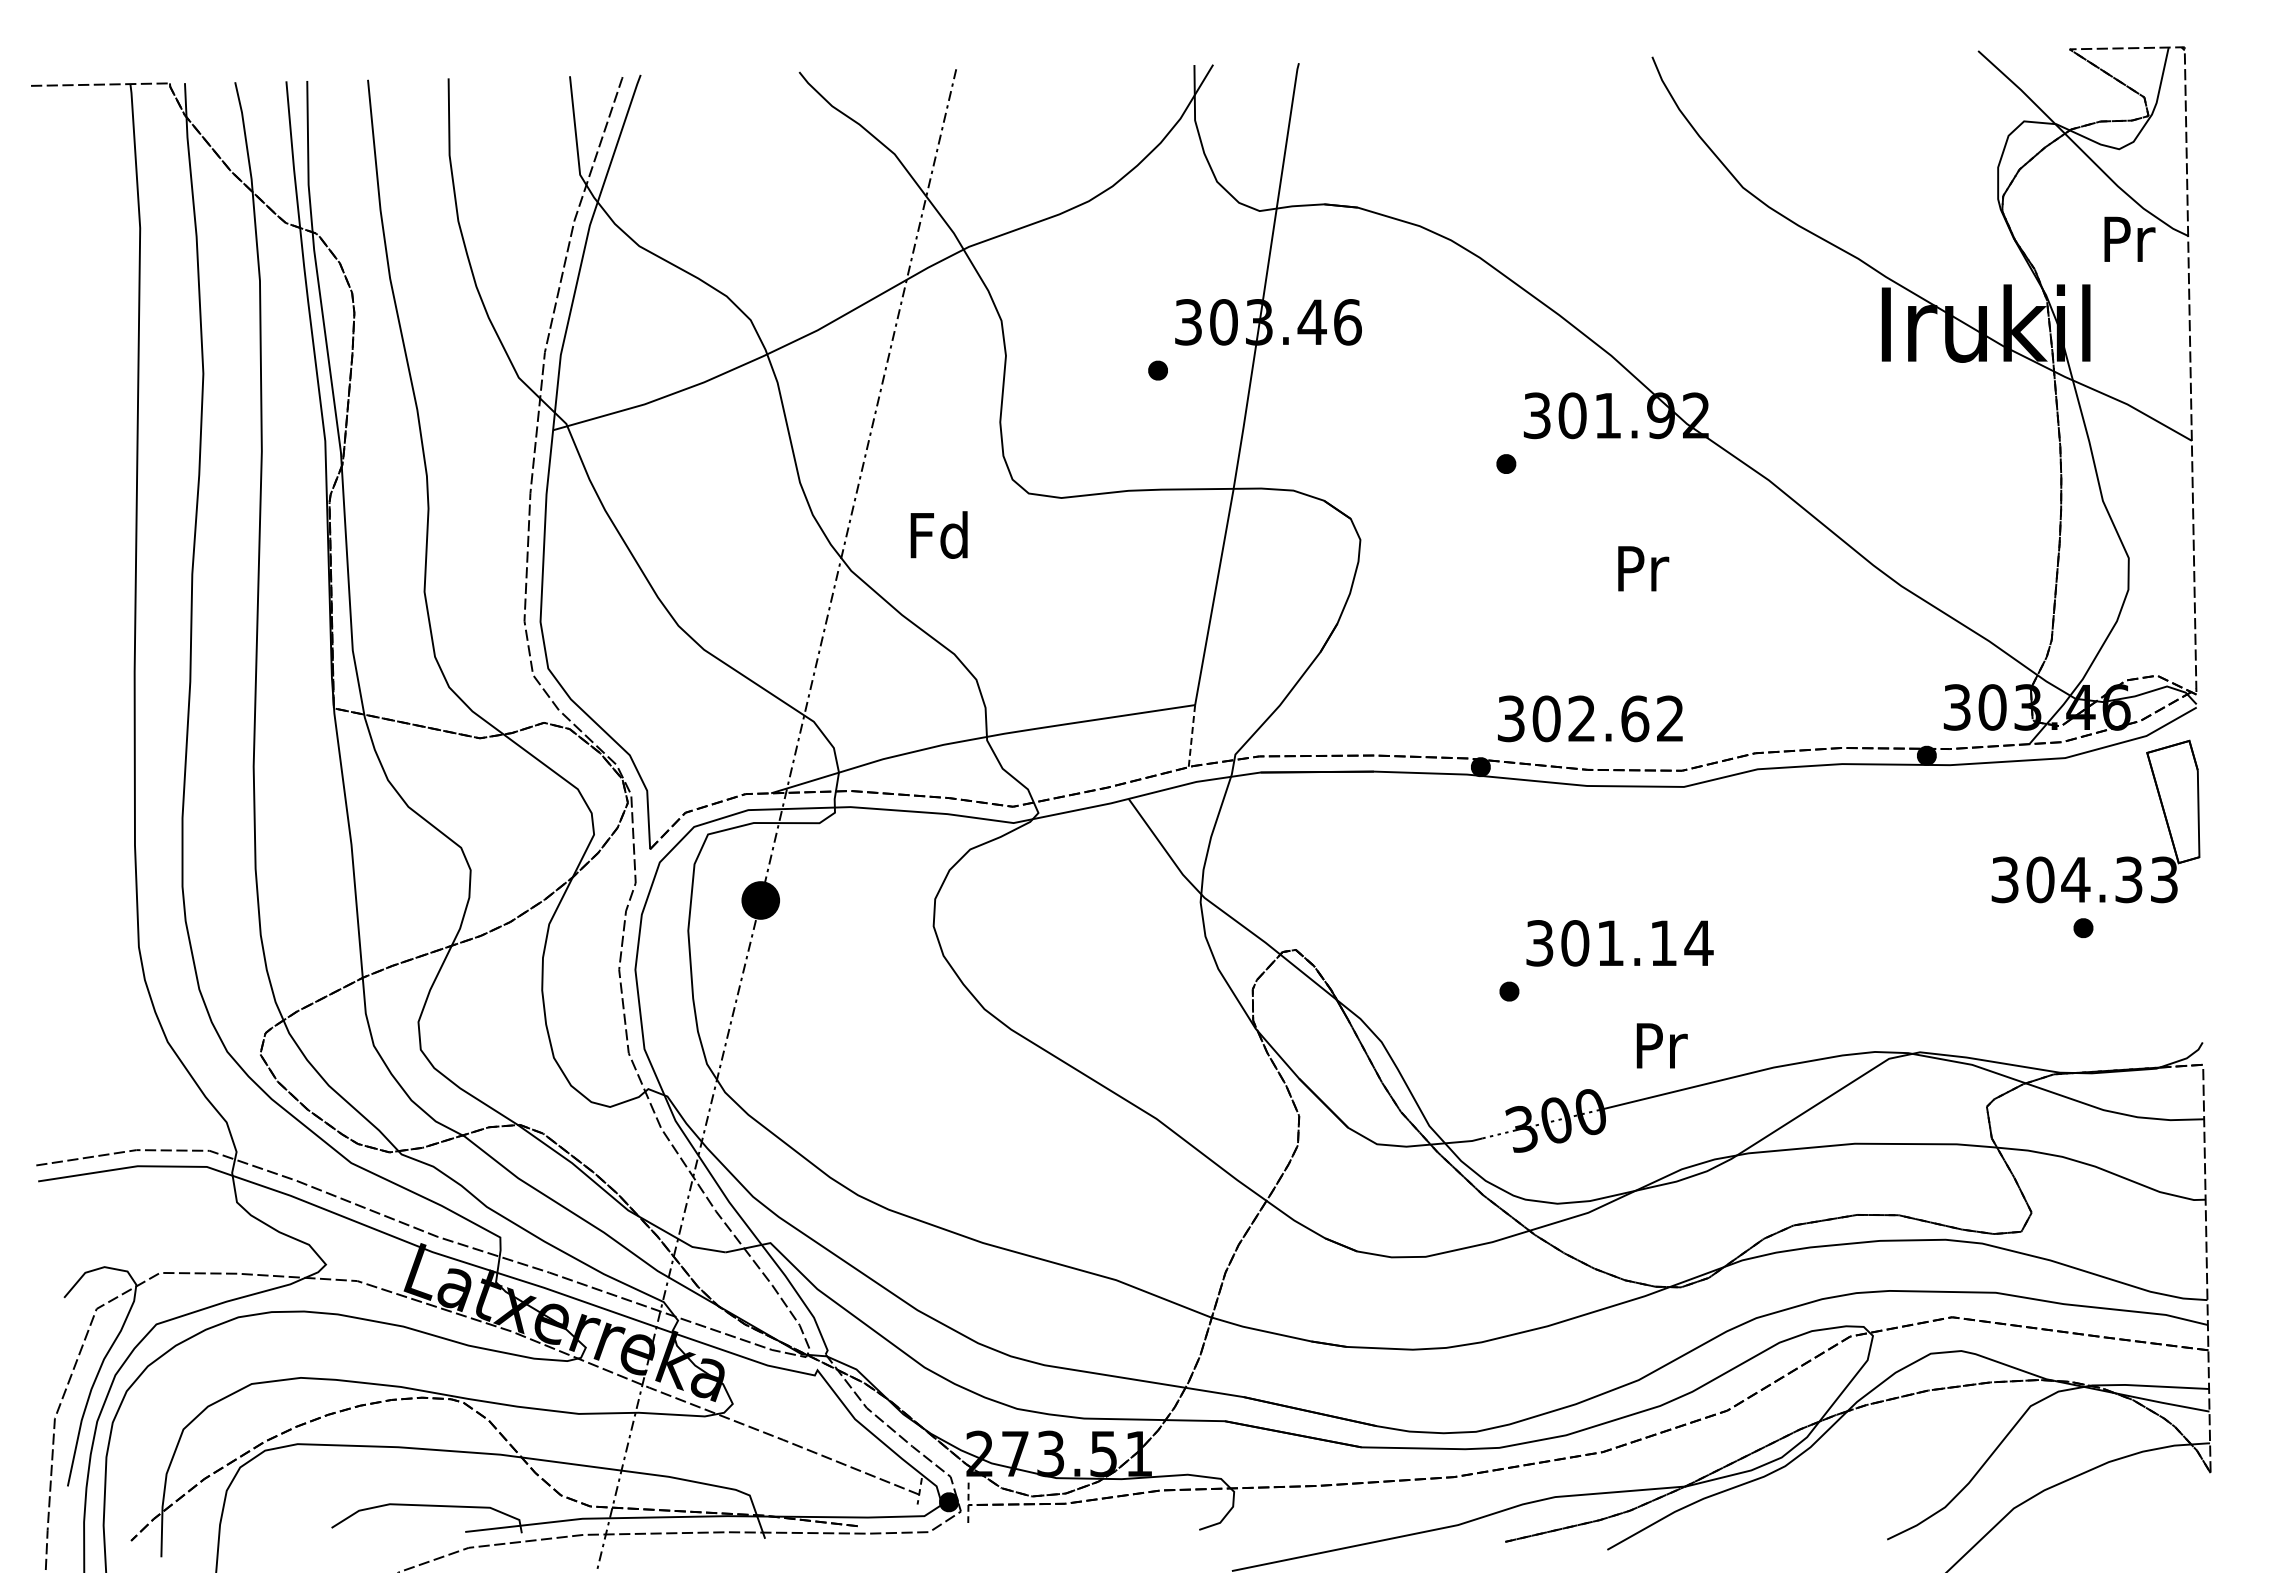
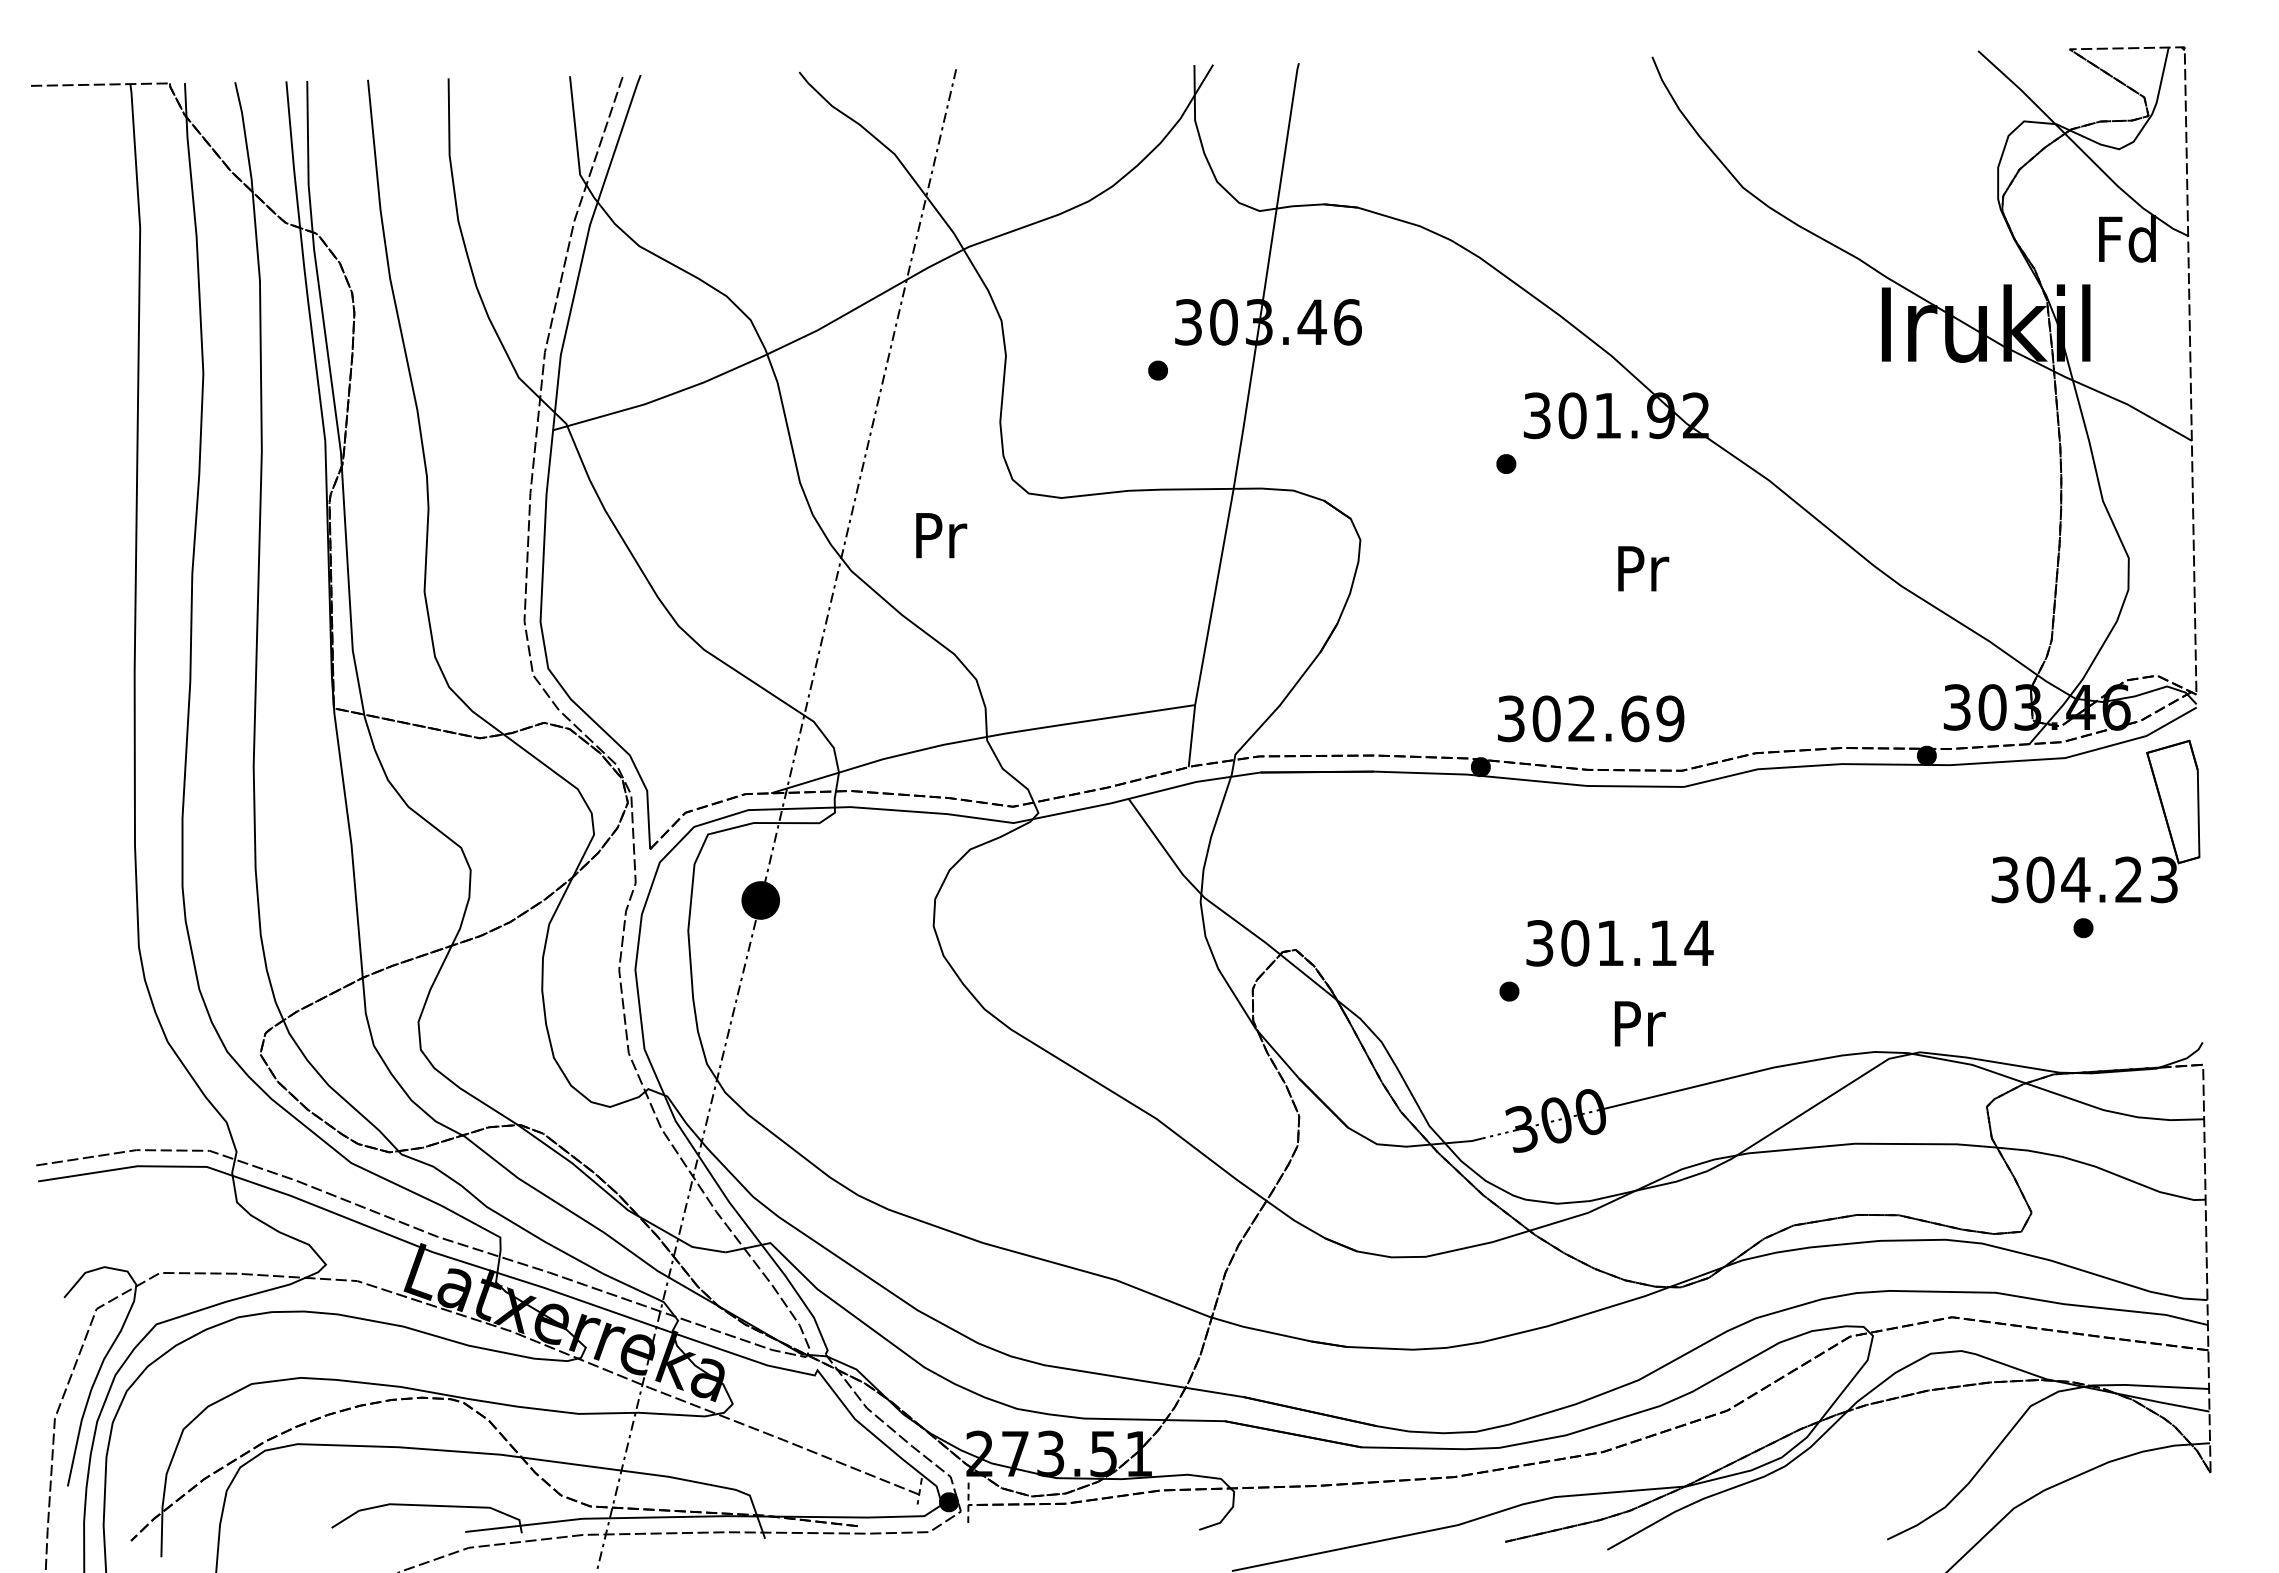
text at (2127, 238): Pr -> Fd
text at (938, 534): Fd -> Pr
text at (1670, 718): 302.62 -> 302.69
line at (1191, 736): dashed -> solid
text at (2128, 879): 304.33 -> 304.23
text at (1661, 1045) position: (1661, 1045) -> (1639, 1023)
